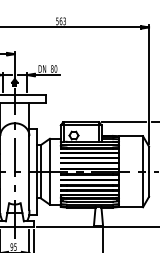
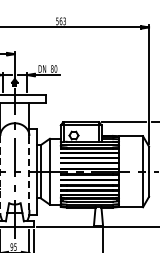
line at (29, 172): solid -> dashed
line at (0, 174): solid -> dashed
